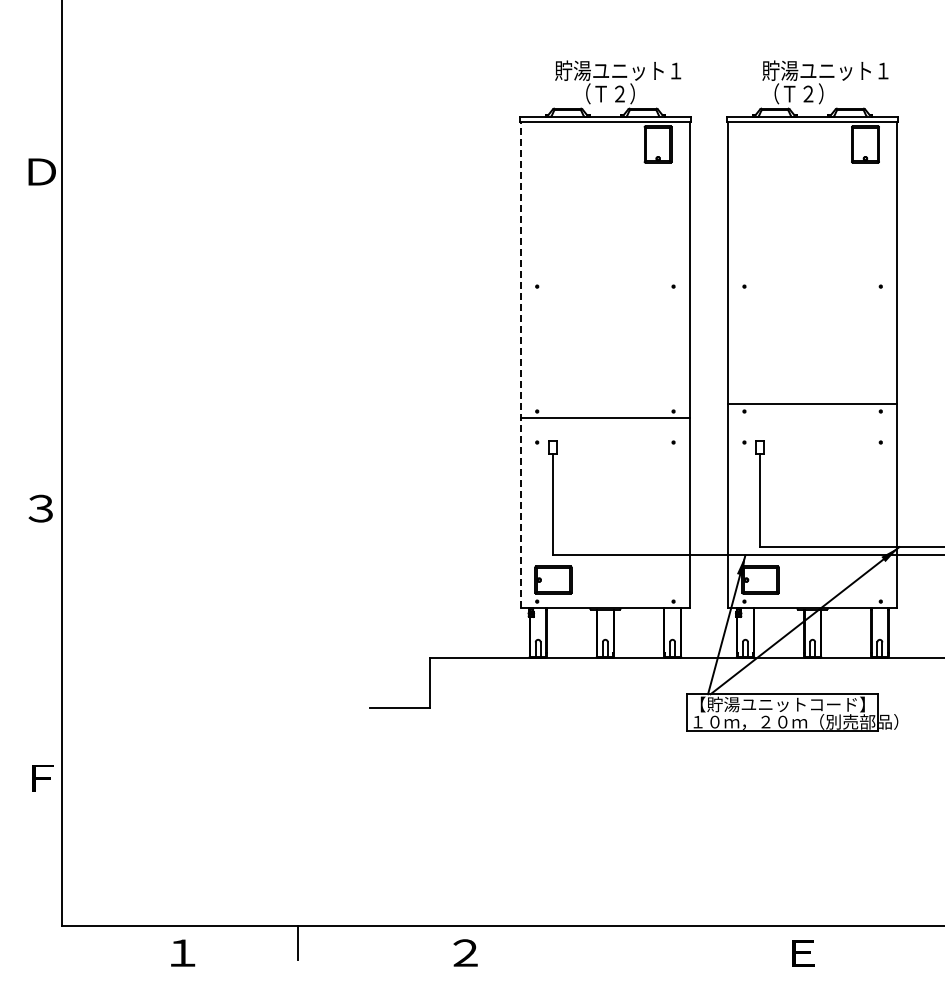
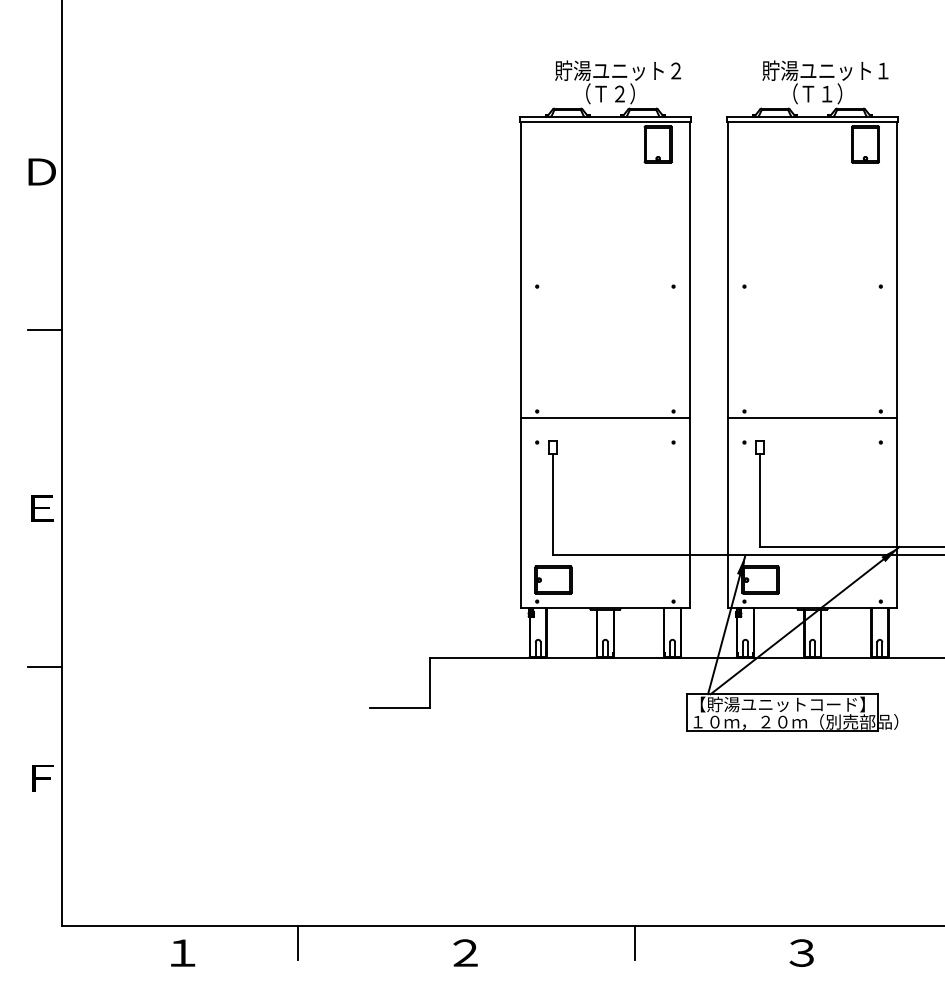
text at (675, 69): 貯湯ユニット１ -> 貯湯ユニット２
text at (808, 93): （Ｔ２） -> （Ｔ１）
line at (45, 330): none -> present
line at (520, 364): dashed -> solid
line at (812, 403) position: (812, 403) -> (812, 417)
text at (40, 508): ３ -> Ｅ
line at (45, 666): none -> present
line at (634, 942): none -> present
text at (801, 952): Ｅ -> ３
